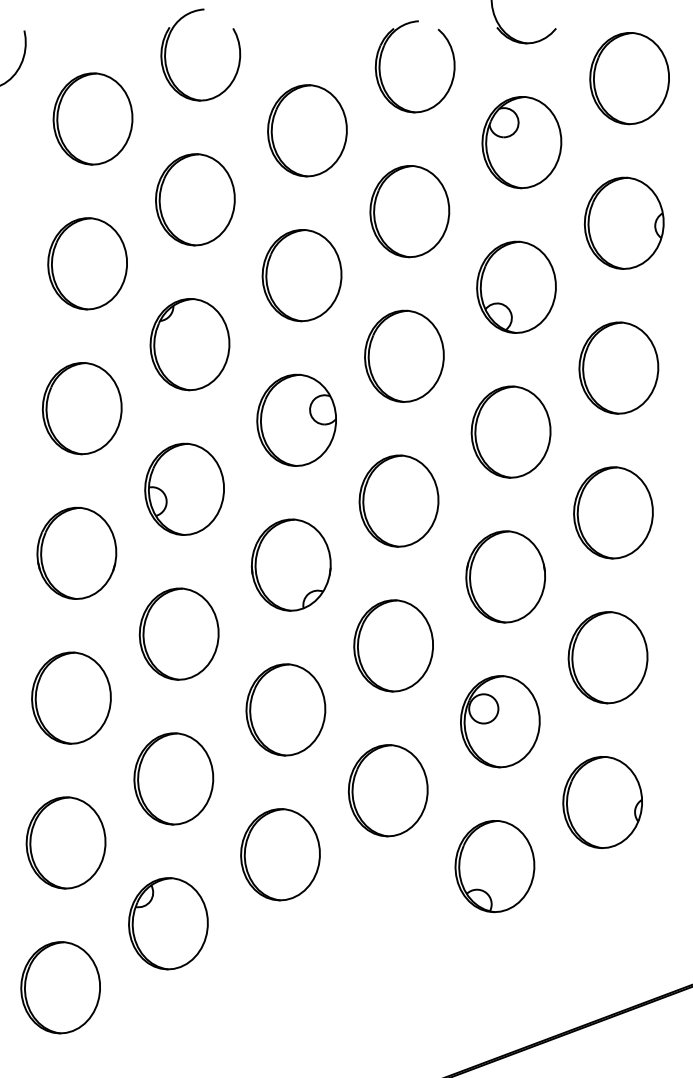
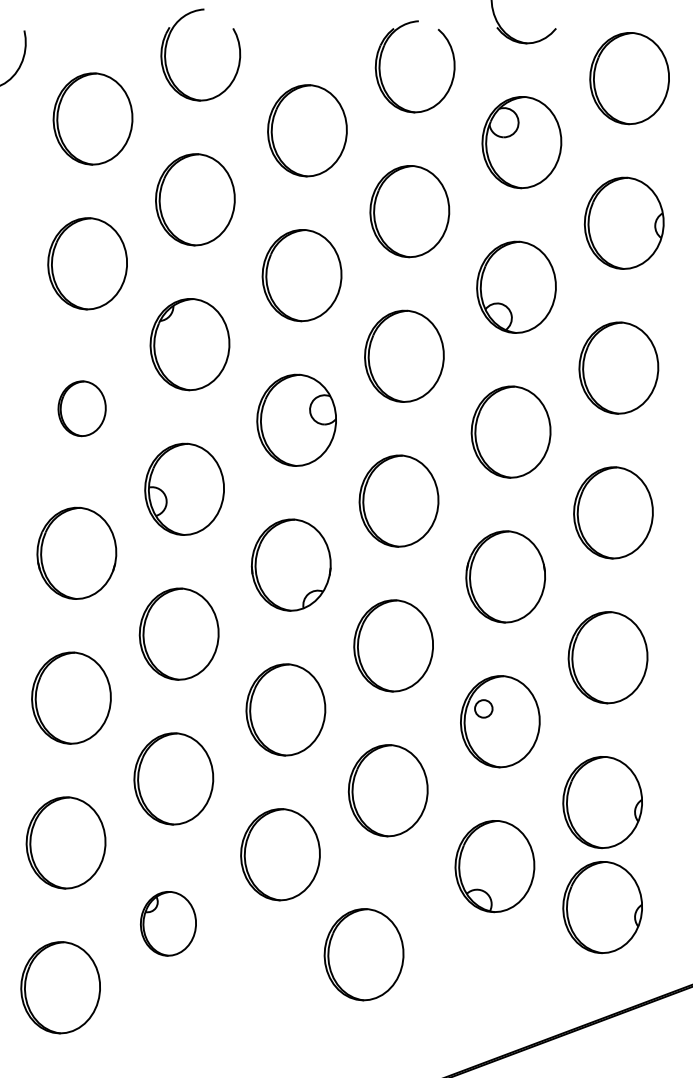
part at (81, 408) size: 82x94 px -> 50x58 px
circle at (483, 708) diameter: 29 px -> 18 px
part at (602, 907): none -> present
part at (168, 923) size: 81x94 px -> 57x66 px
part at (363, 954): none -> present
